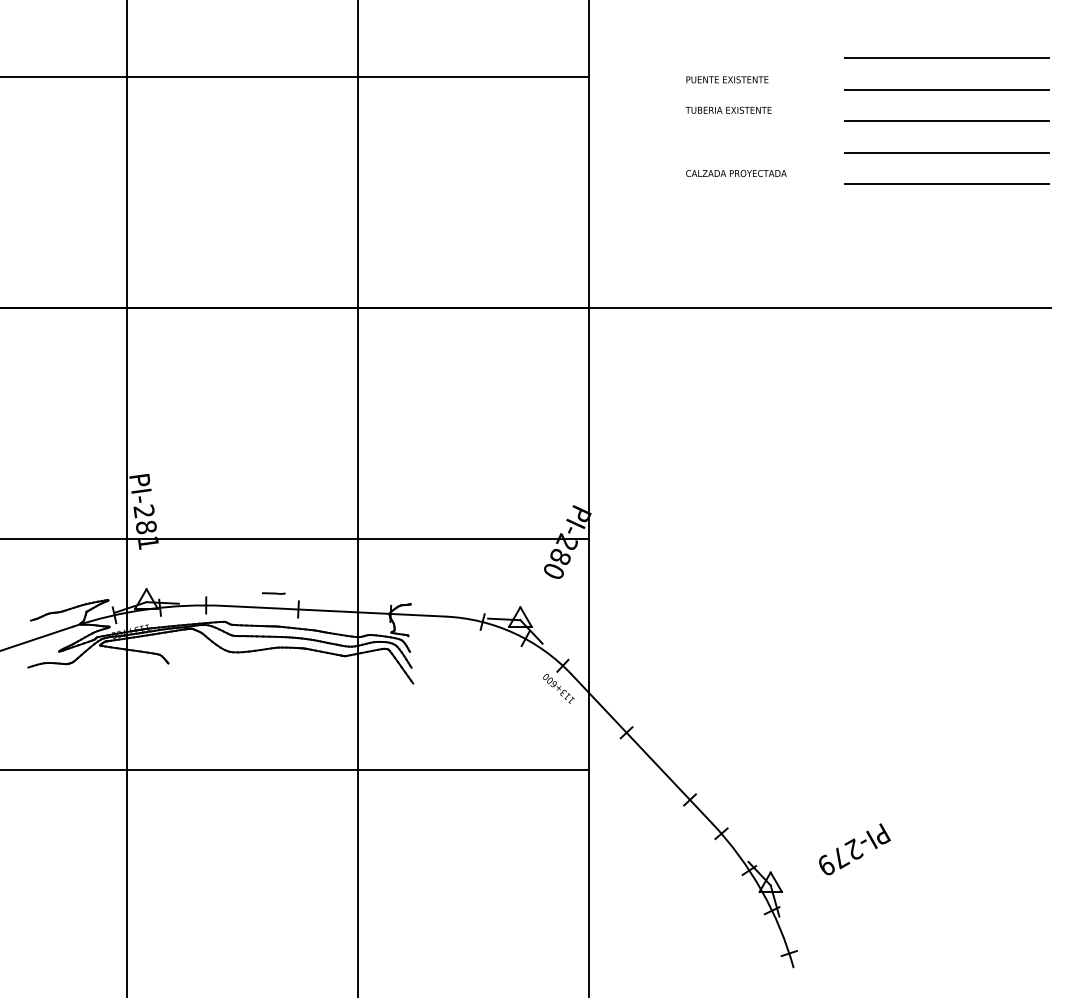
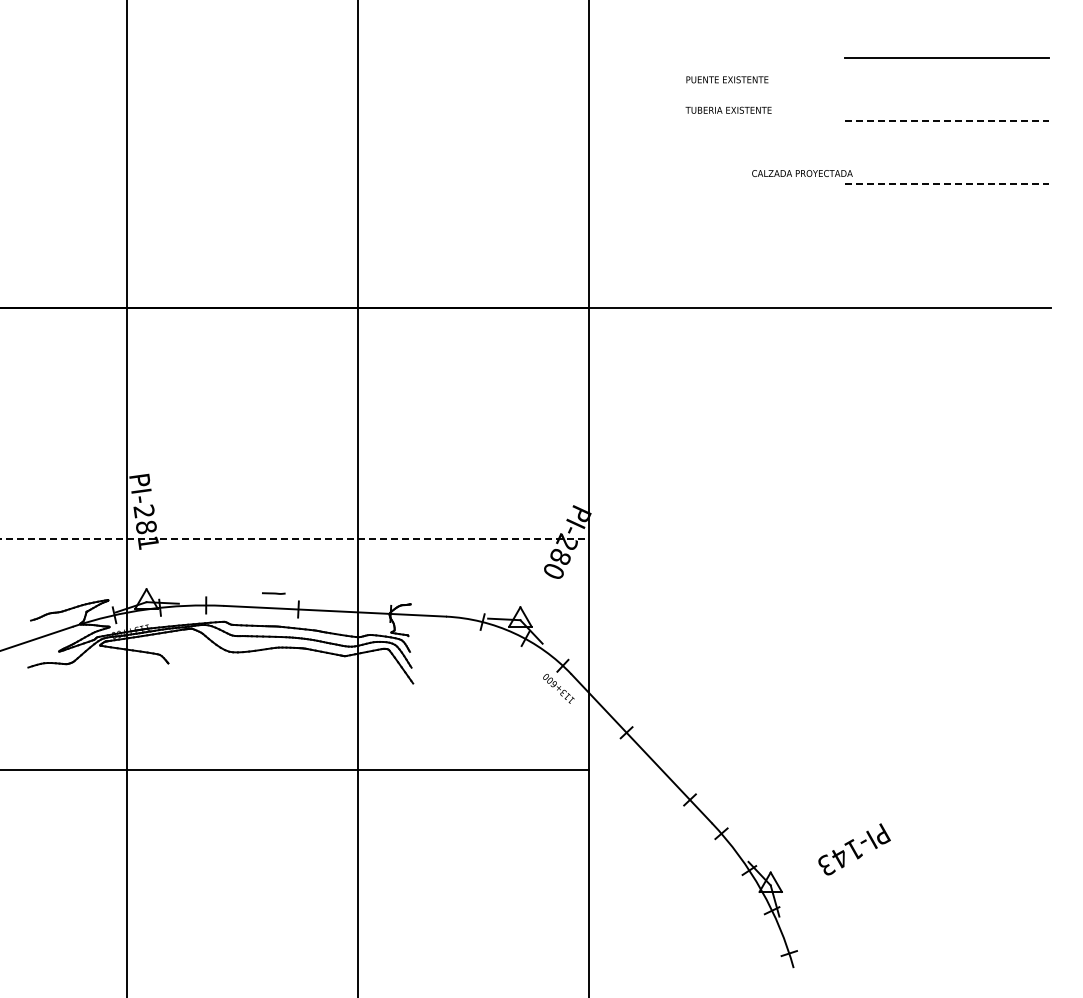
line at (295, 77): present -> none
line at (946, 90): present -> none
line at (946, 120): solid -> dashed
line at (946, 153): present -> none
text at (736, 173) position: (736, 173) -> (802, 173)
line at (946, 183): solid -> dashed
line at (294, 539): solid -> dashed
text at (840, 856): PI-279 -> PI-143
